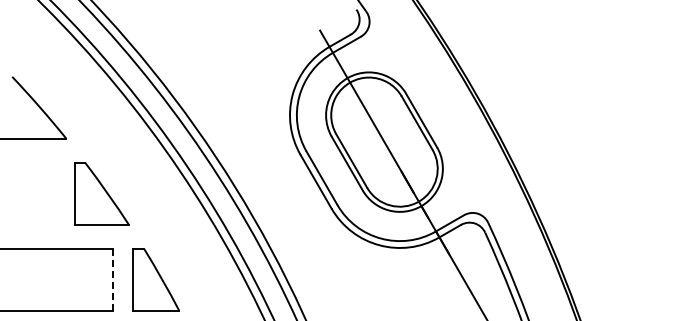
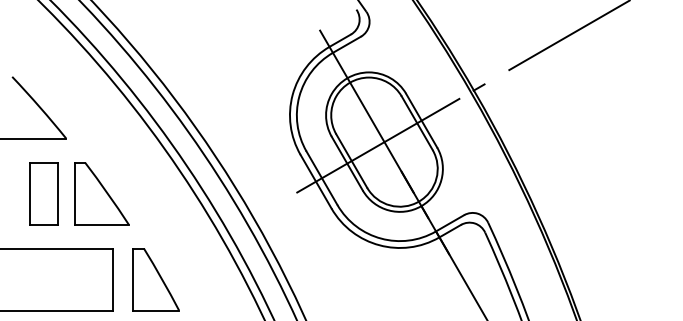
line at (568, 36): none -> present
line at (393, 136): none -> present
part at (43, 193): none -> present
line at (112, 279): dashed -> solid
